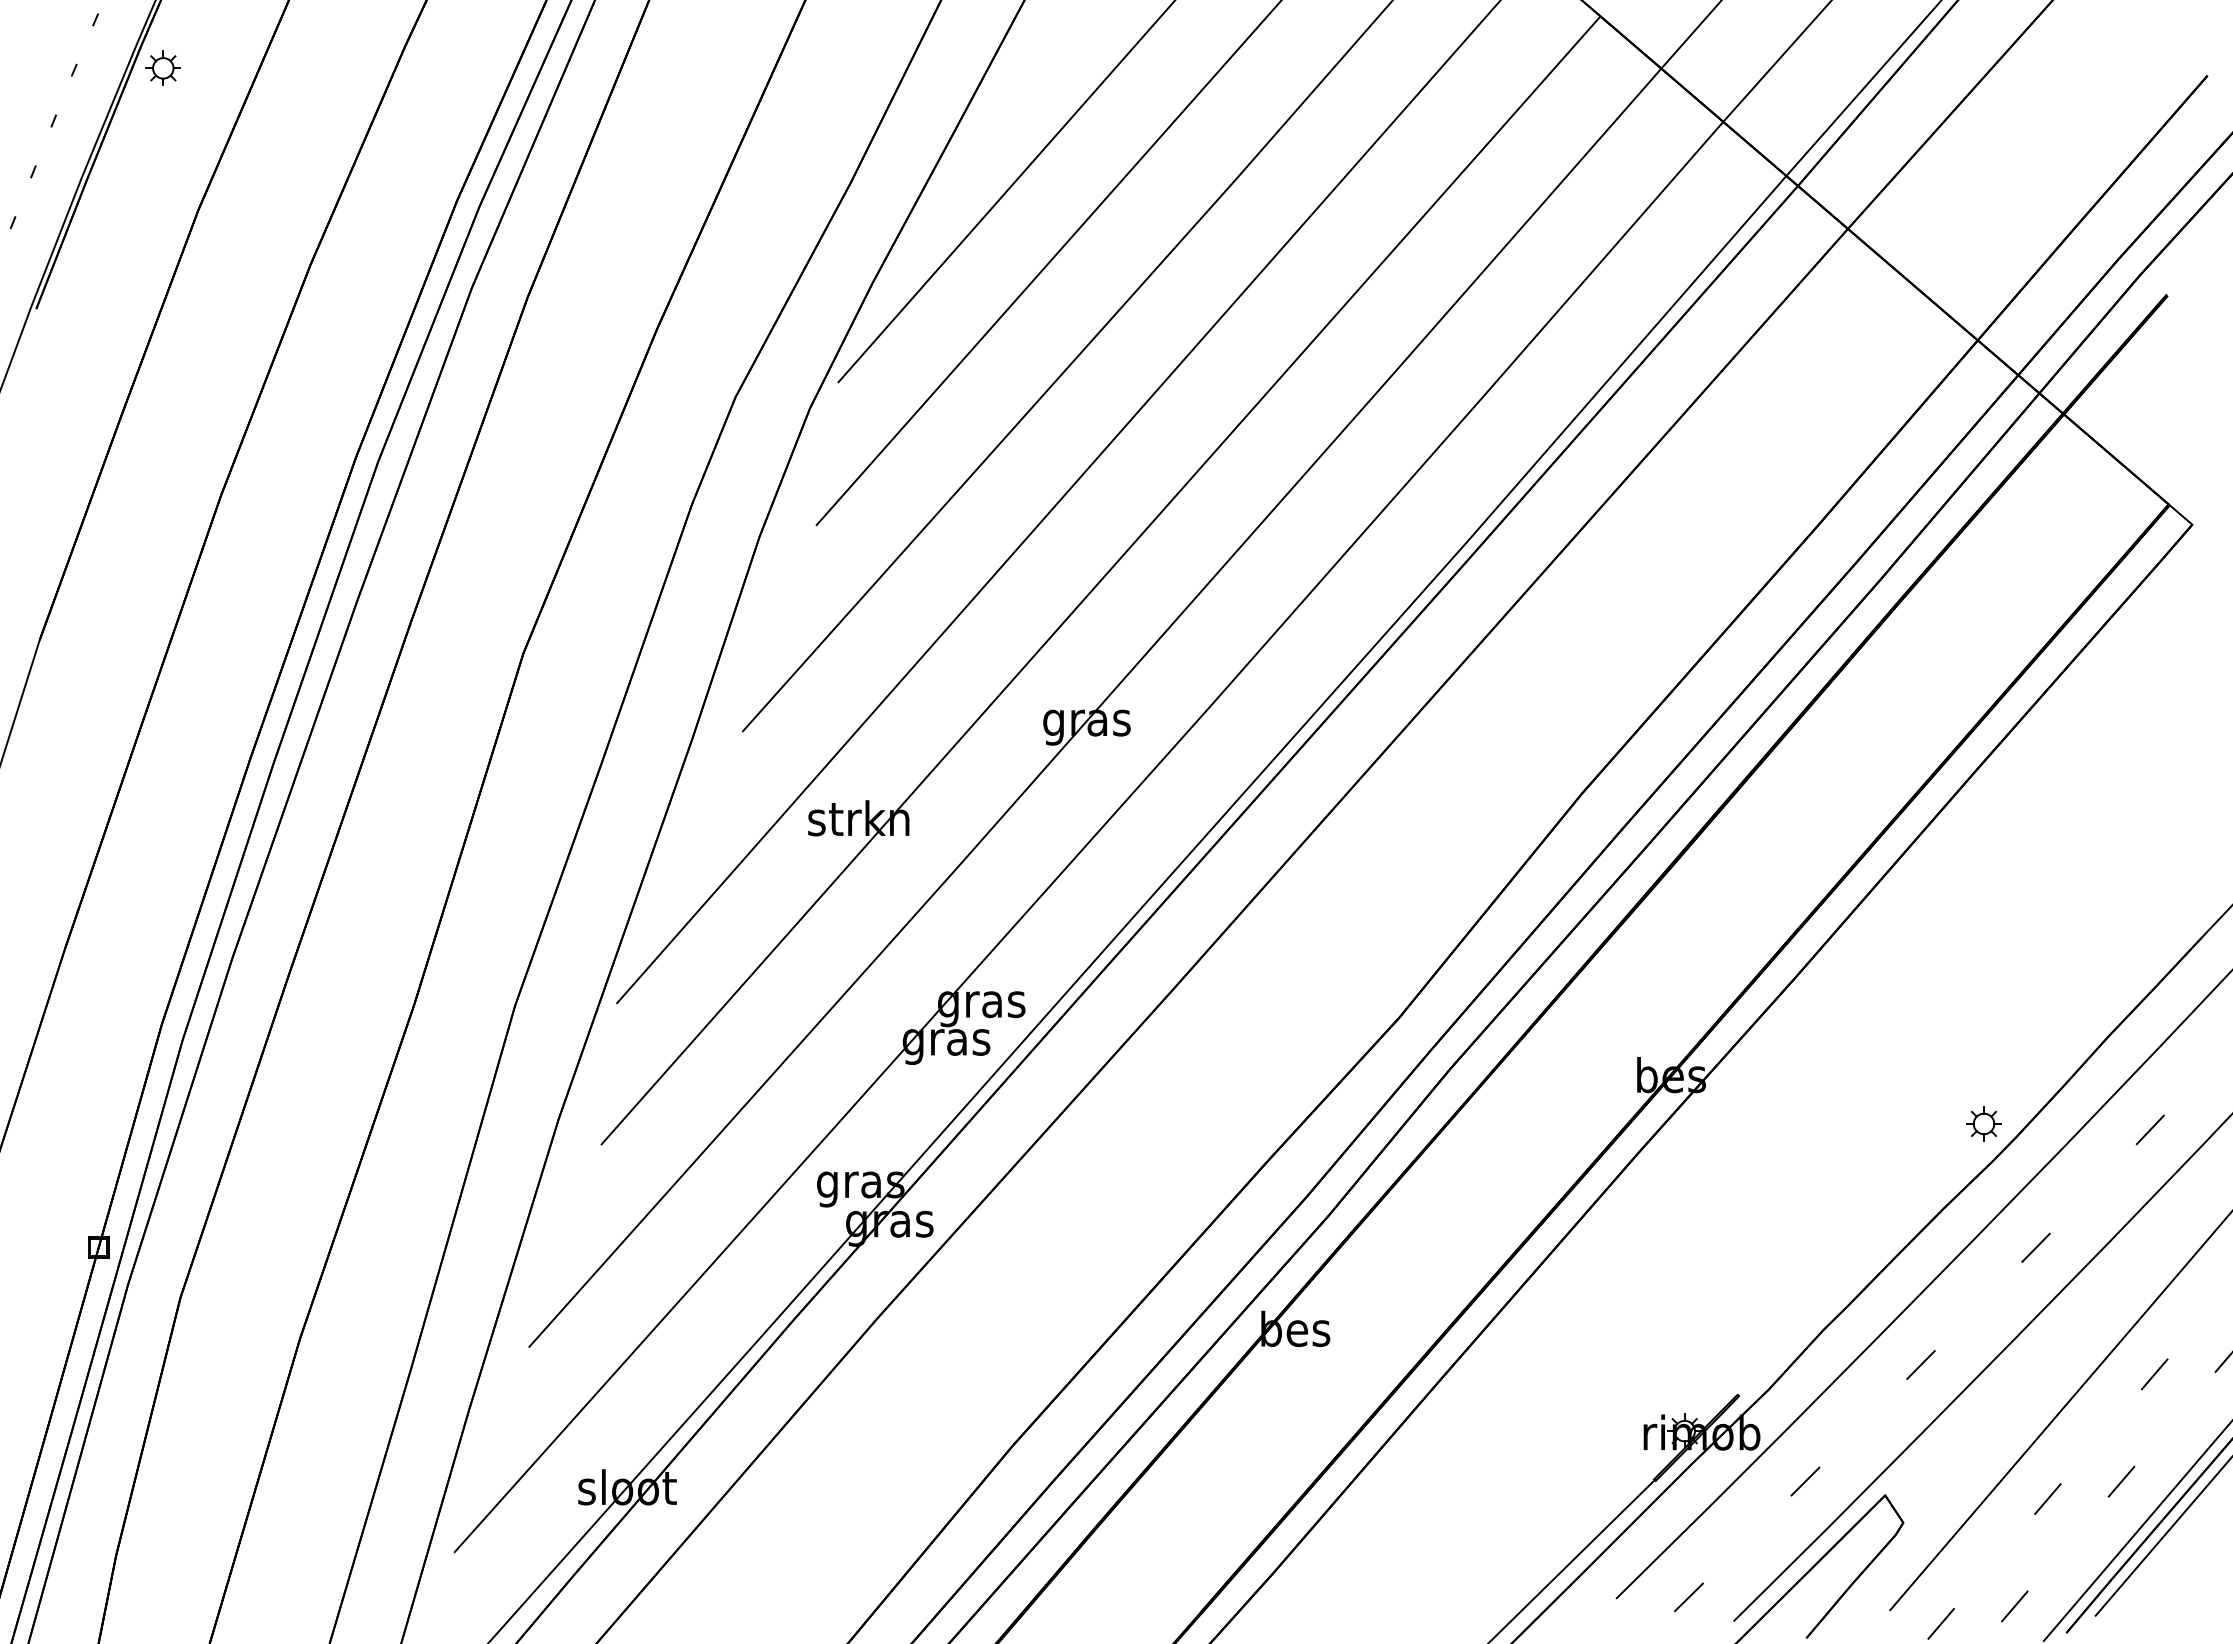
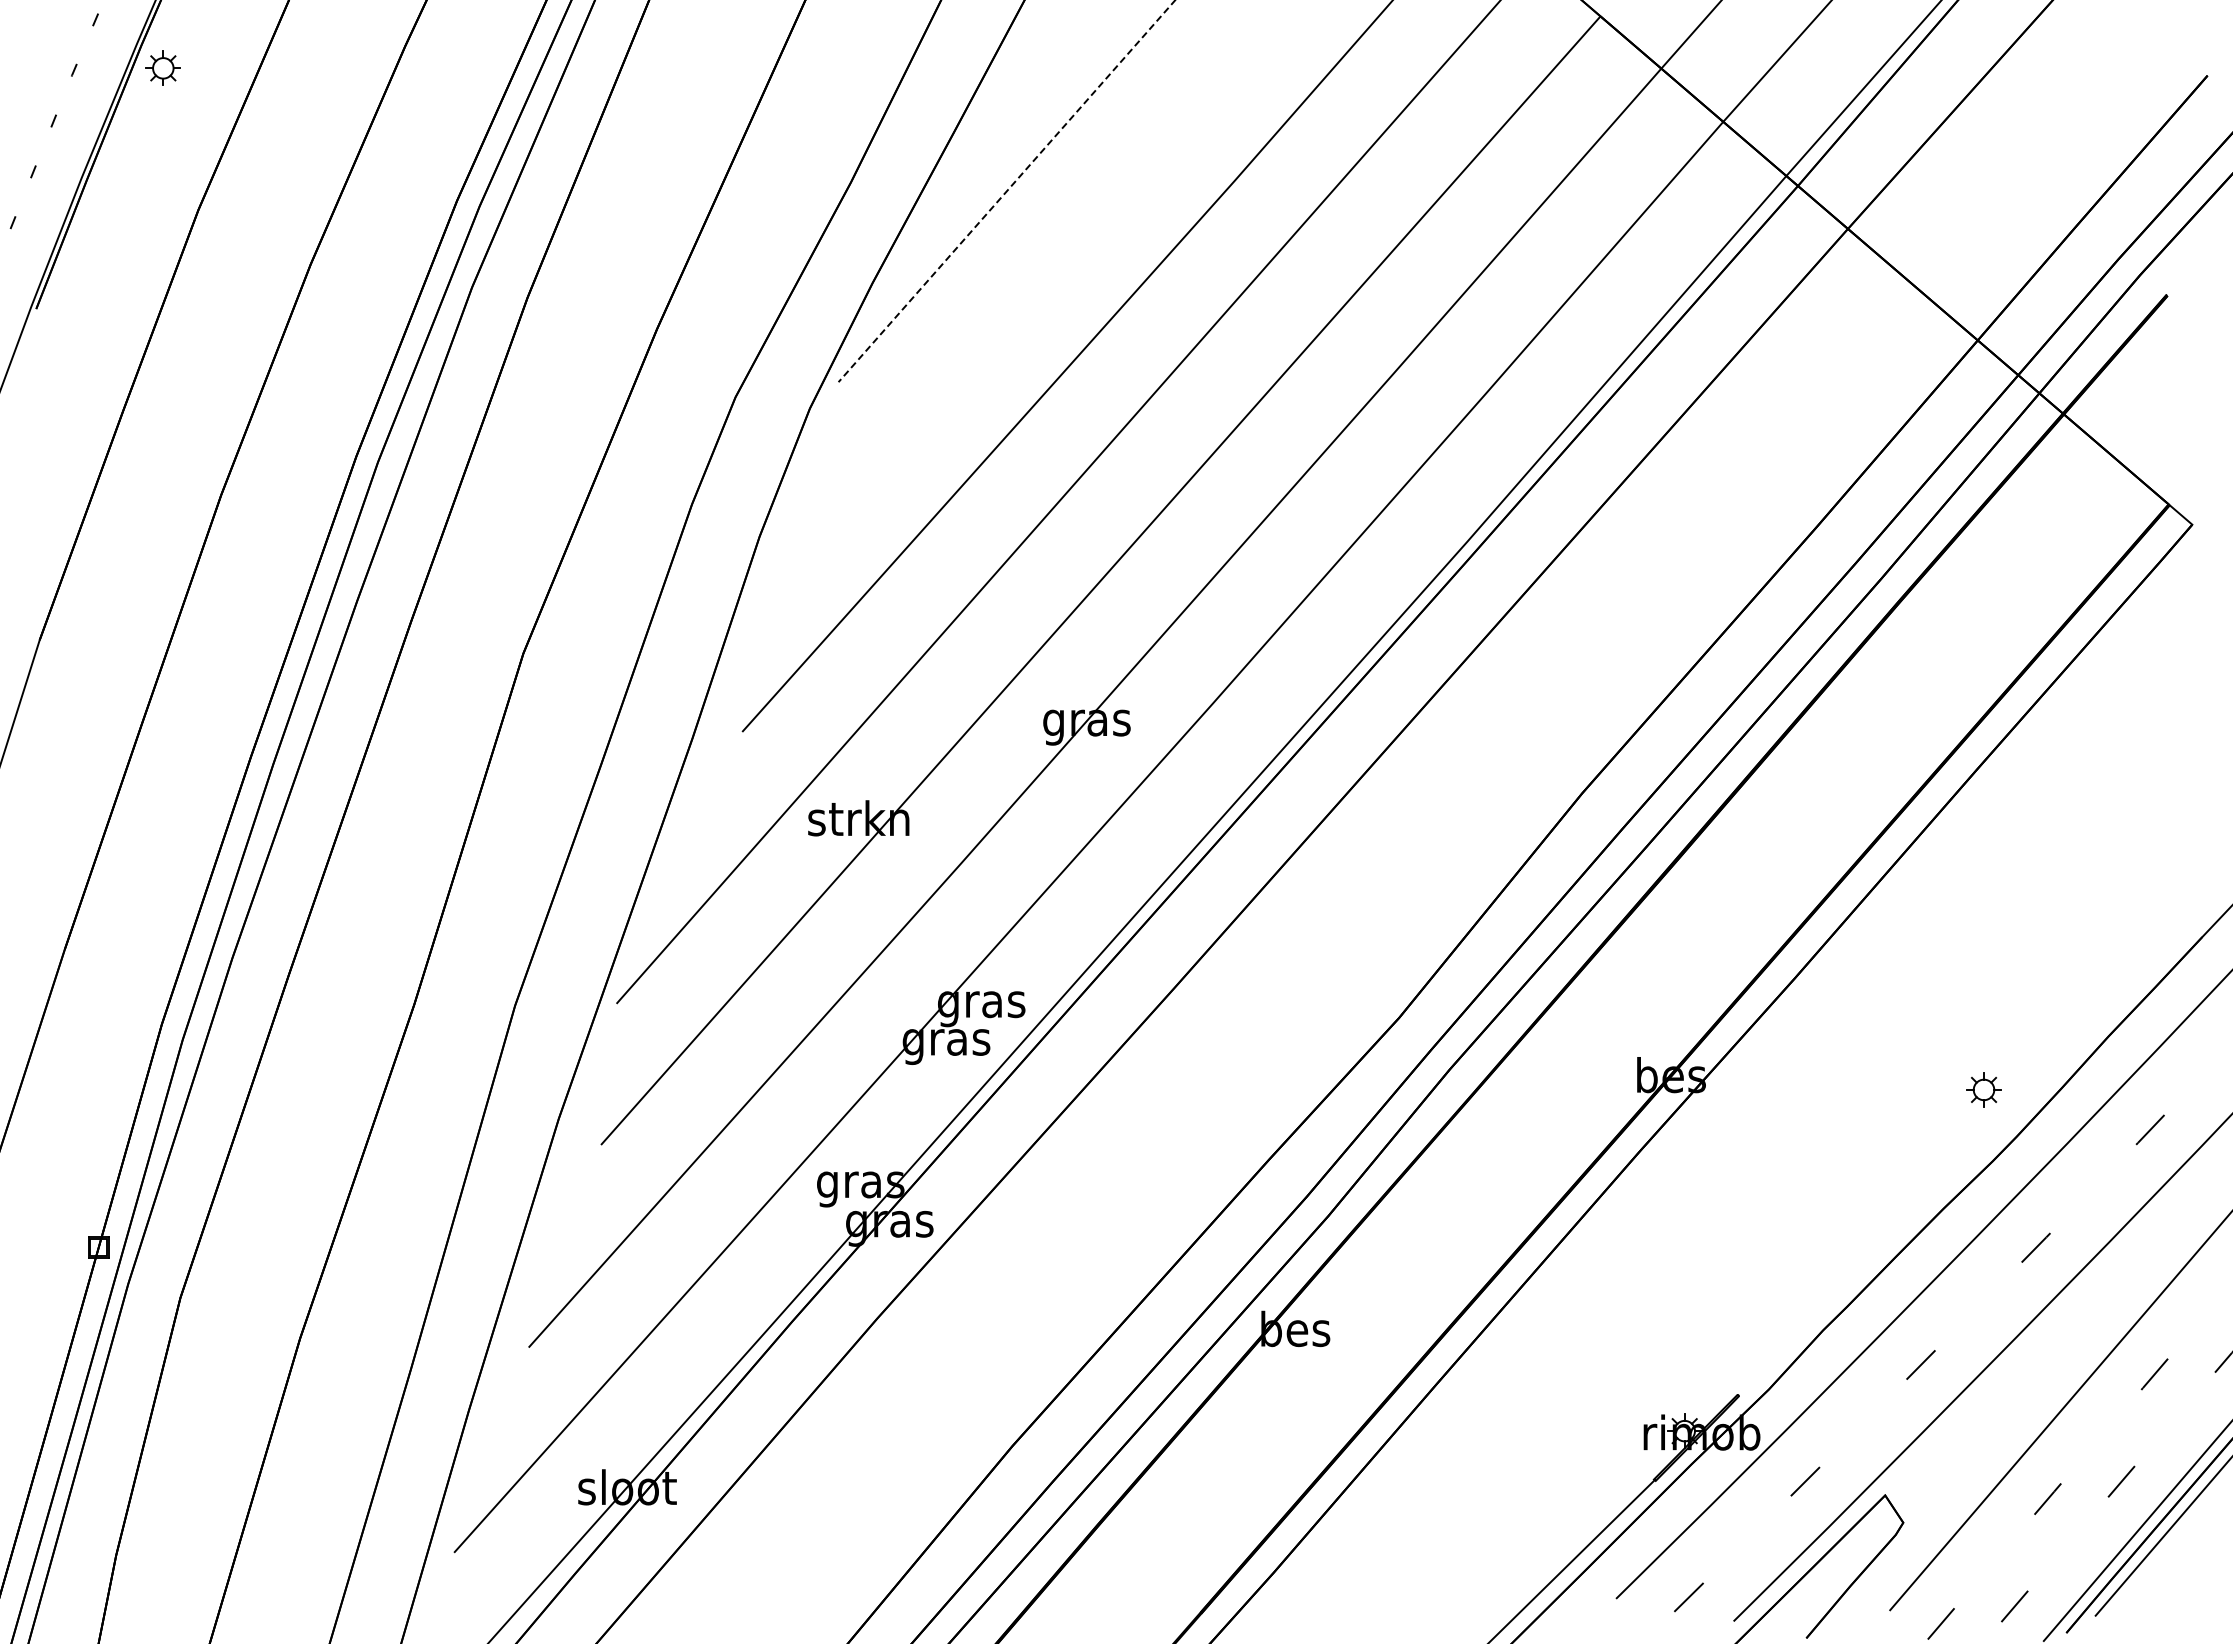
line at (1006, 191): solid -> dashed
line at (1047, 263): present -> none
part at (1983, 1123) position: (1983, 1123) -> (1983, 1089)
